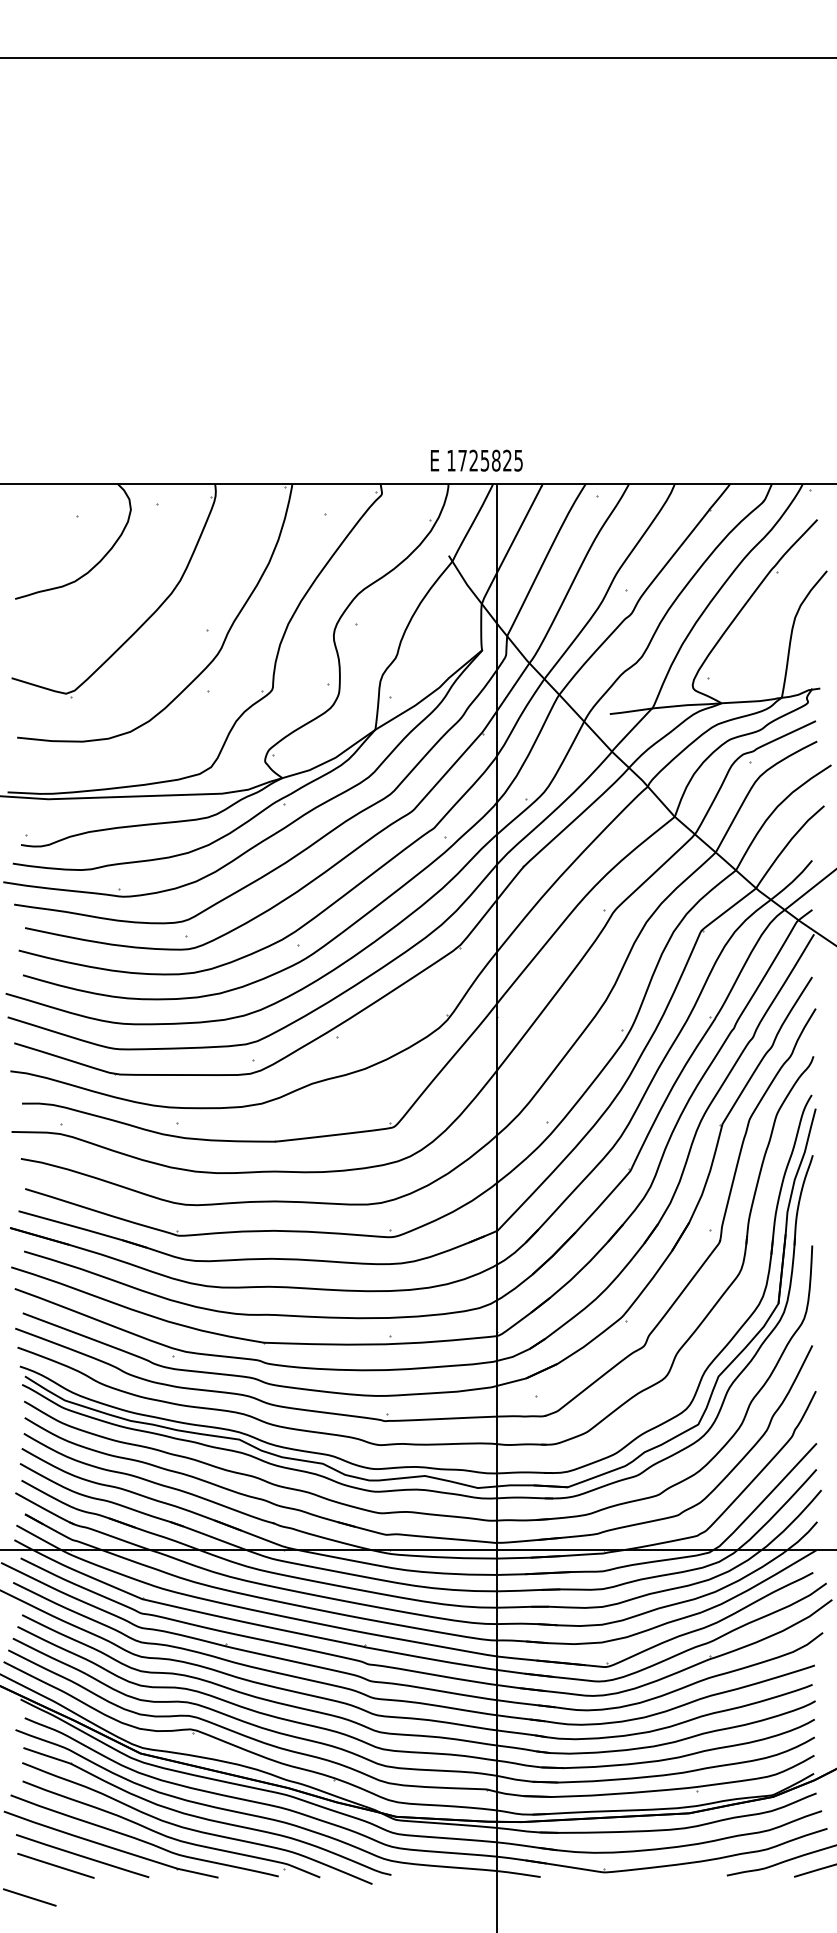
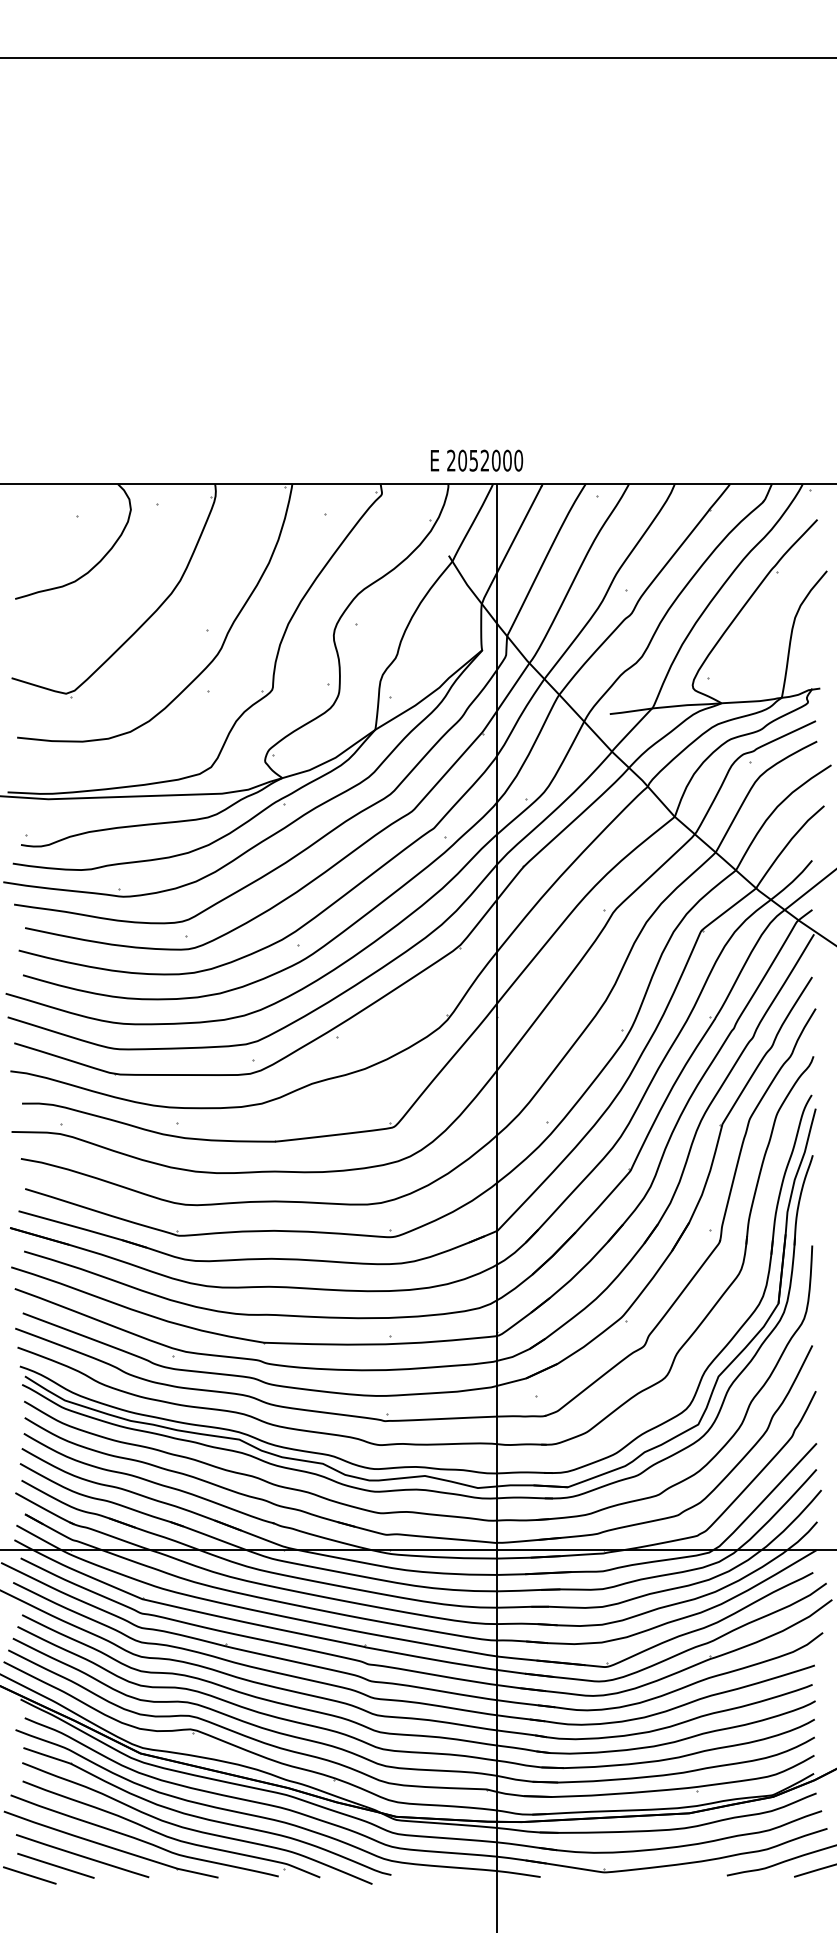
text at (485, 460): 1725825 -> 2052000
line at (29, 1897) position: (29, 1897) -> (29, 1875)
